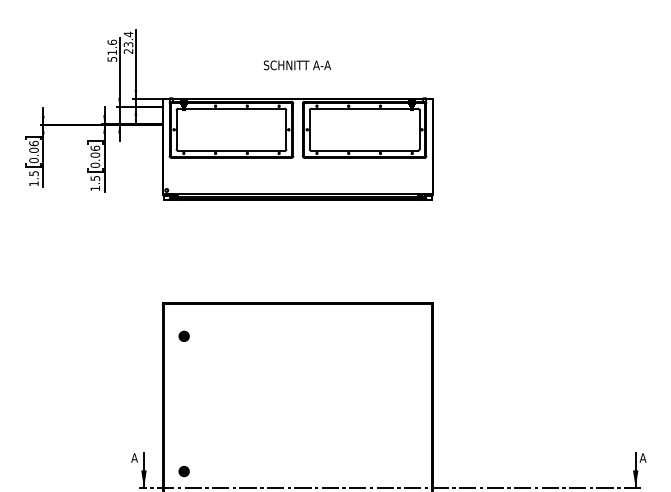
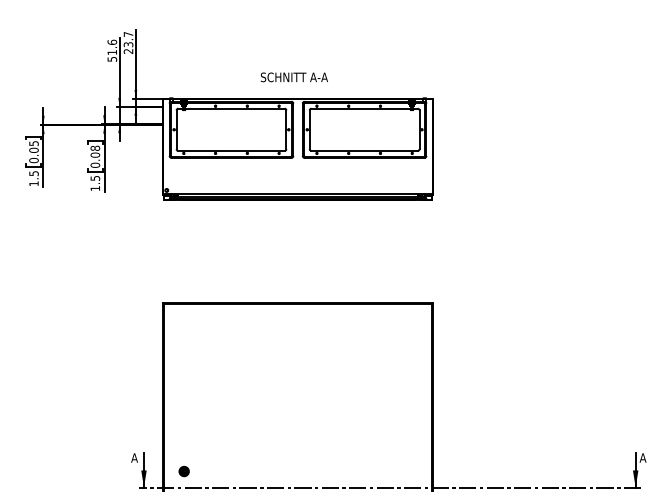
text at (128, 34): 23.4 -> 23.7
text at (297, 65) position: (297, 65) -> (294, 77)
text at (33, 143): 0.06 -> 0.05
text at (94, 147): 0.06 -> 0.08
part at (183, 335): present -> none
